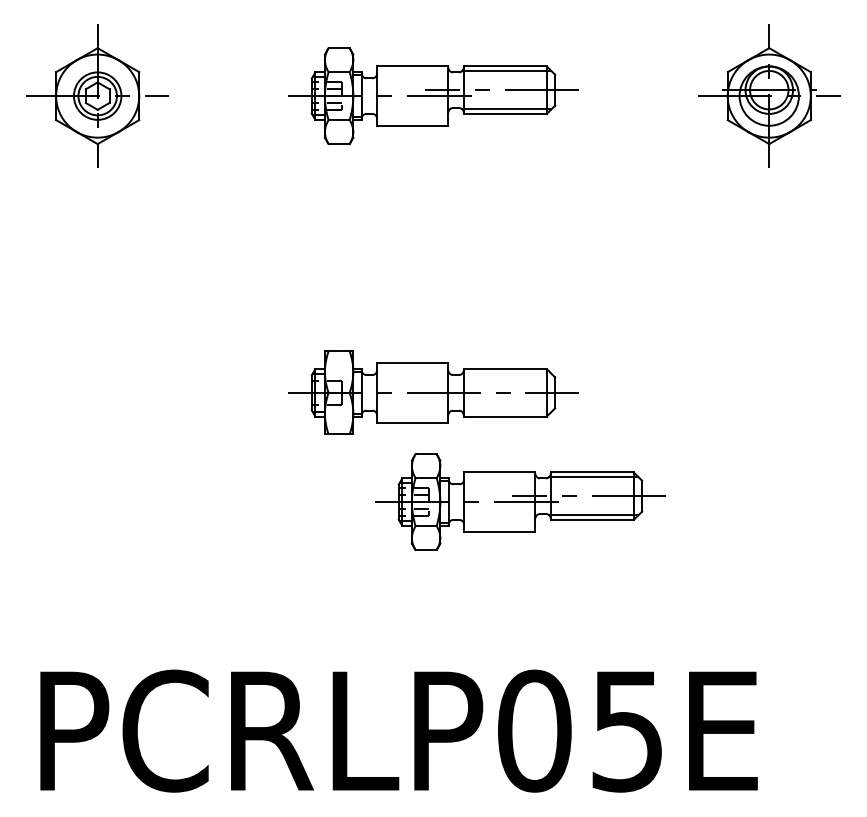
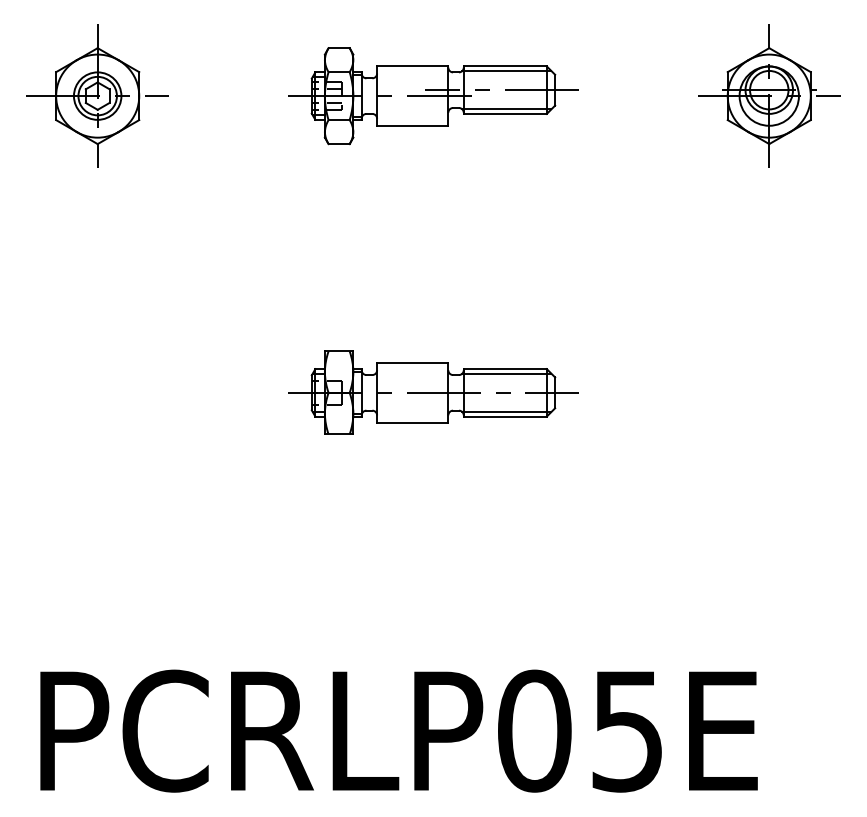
line at (506, 373): none -> present
line at (506, 412): none -> present
part at (520, 502): present -> none
